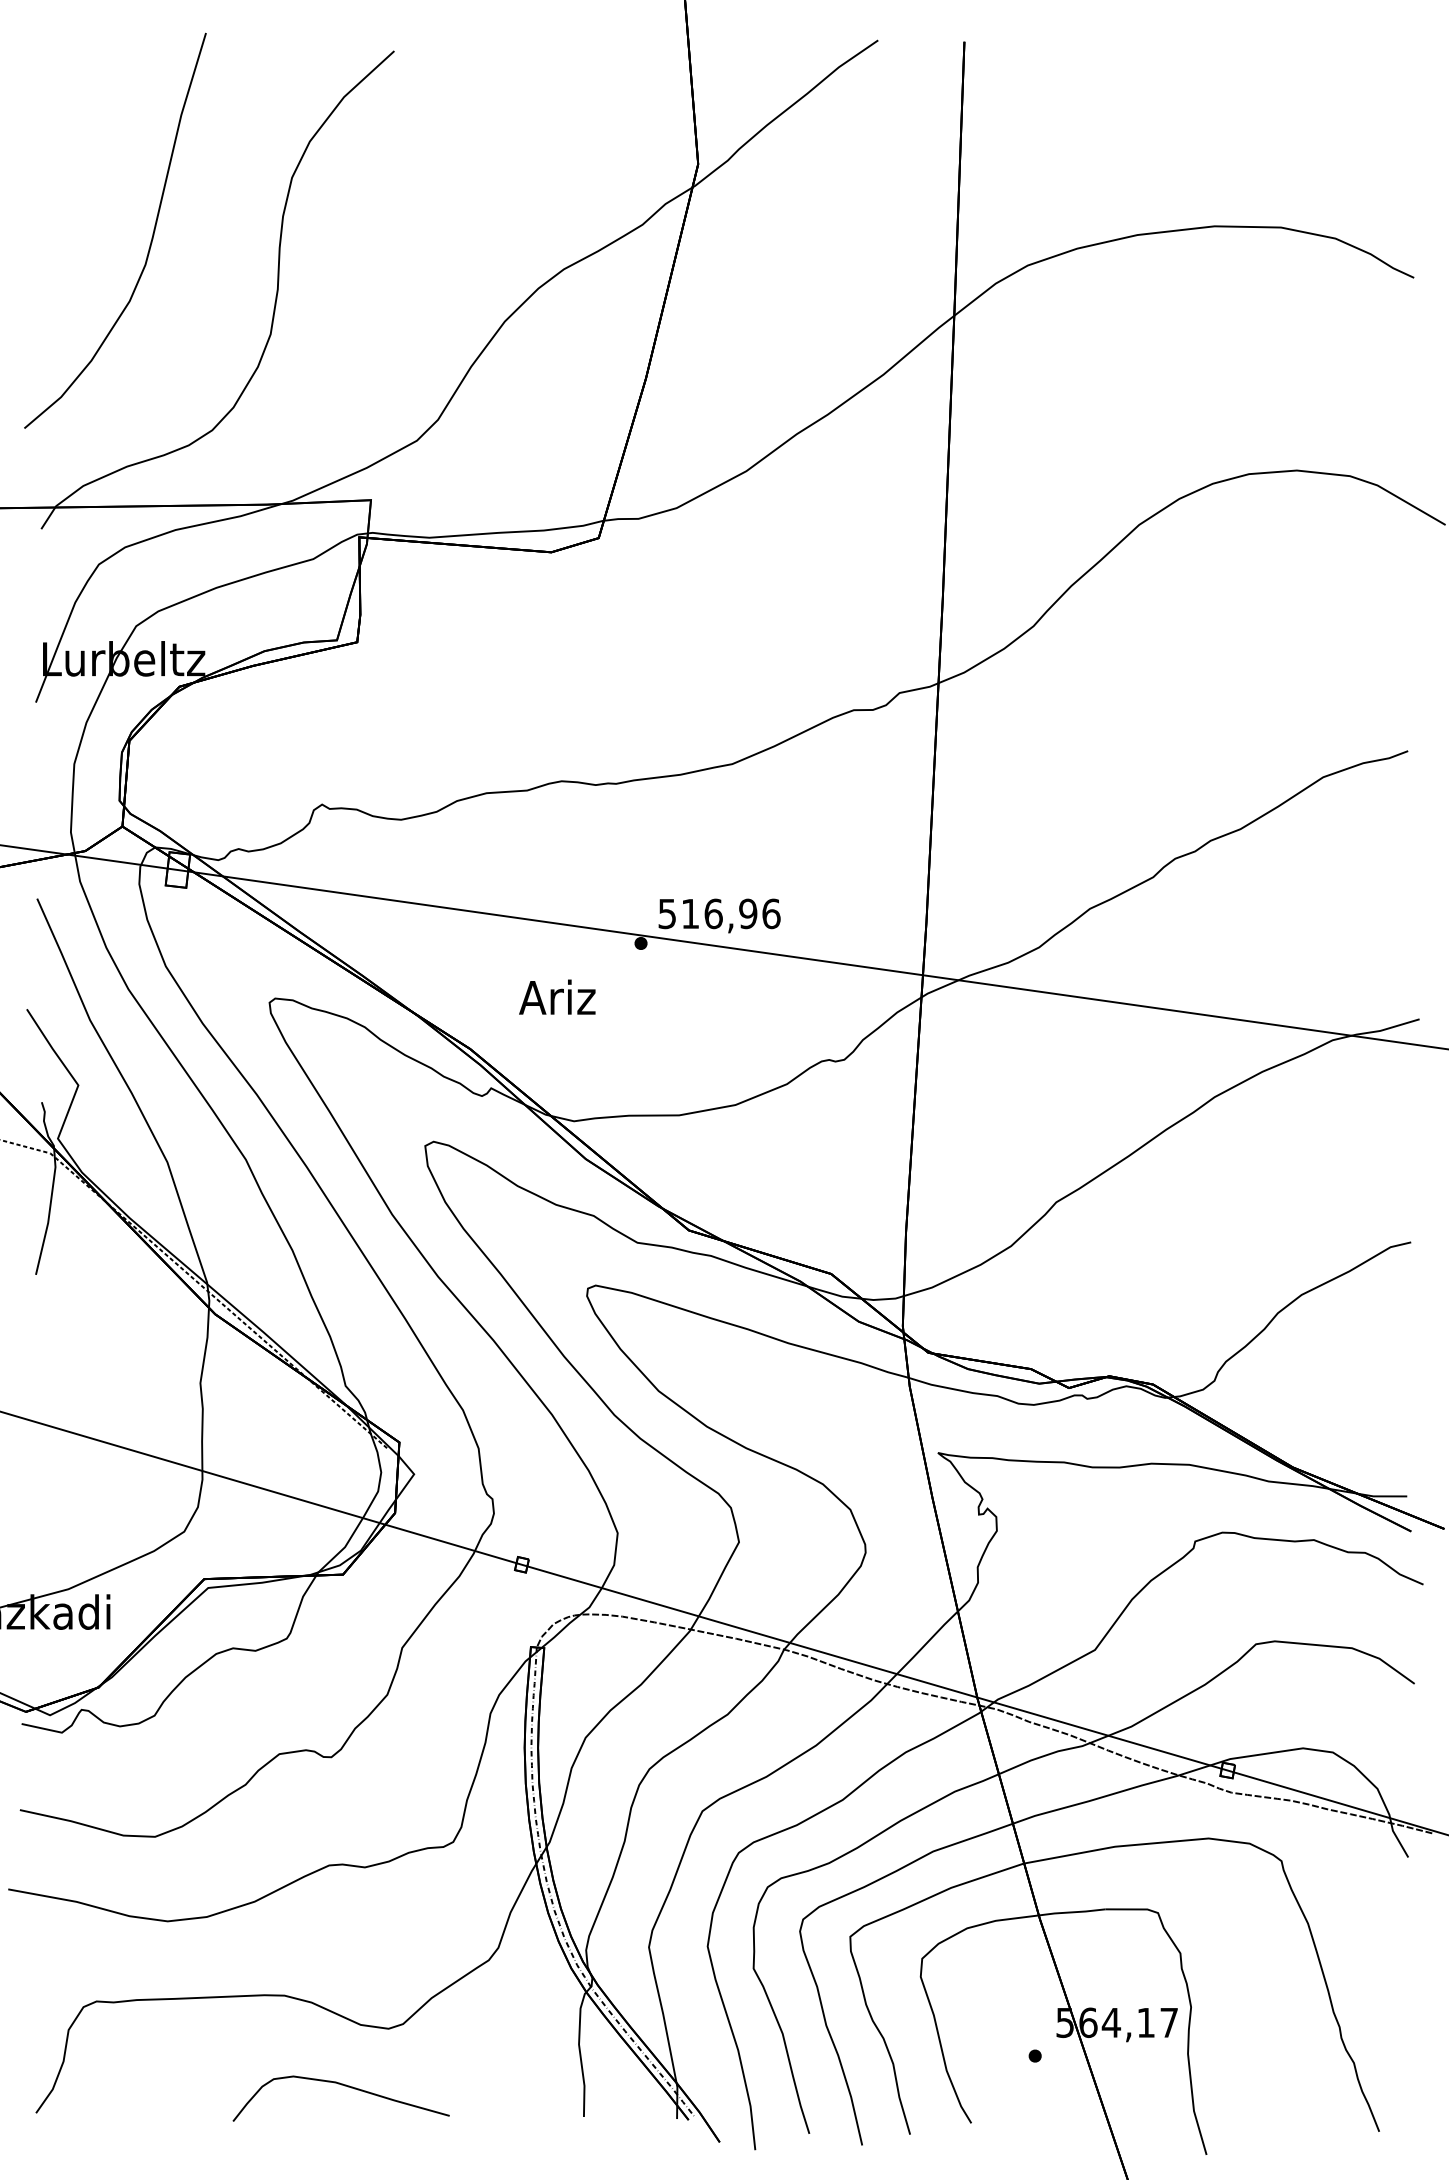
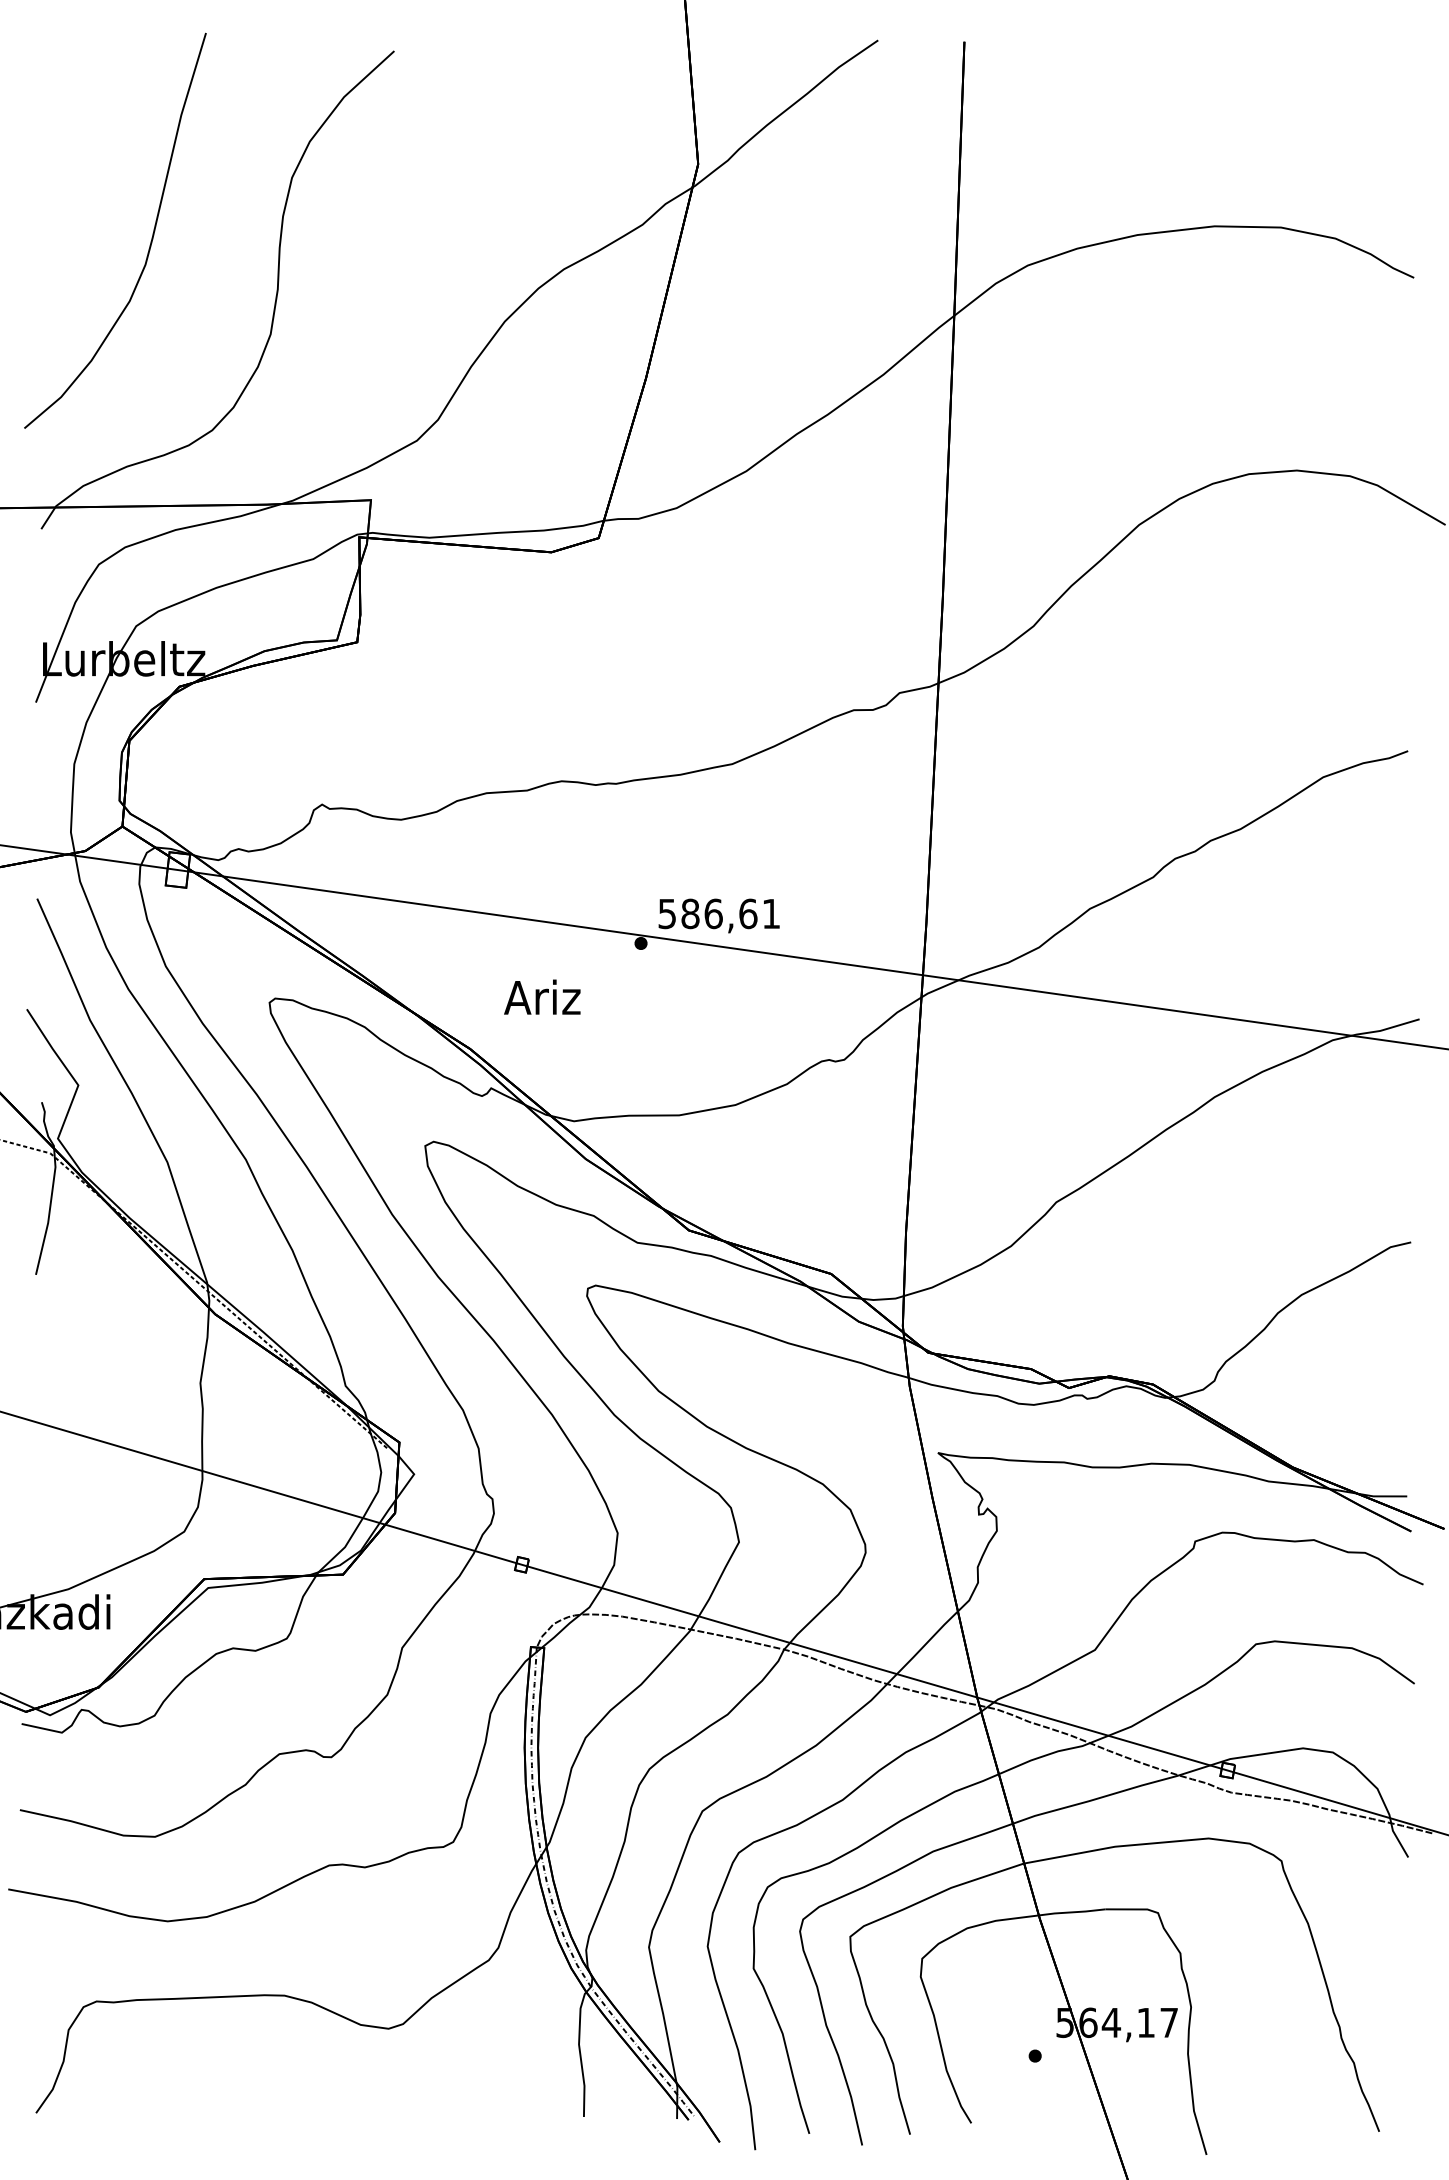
text at (730, 913): 516,96 -> 586,61
text at (557, 996) position: (557, 996) -> (542, 996)
curve at (344, 2086): present -> none
